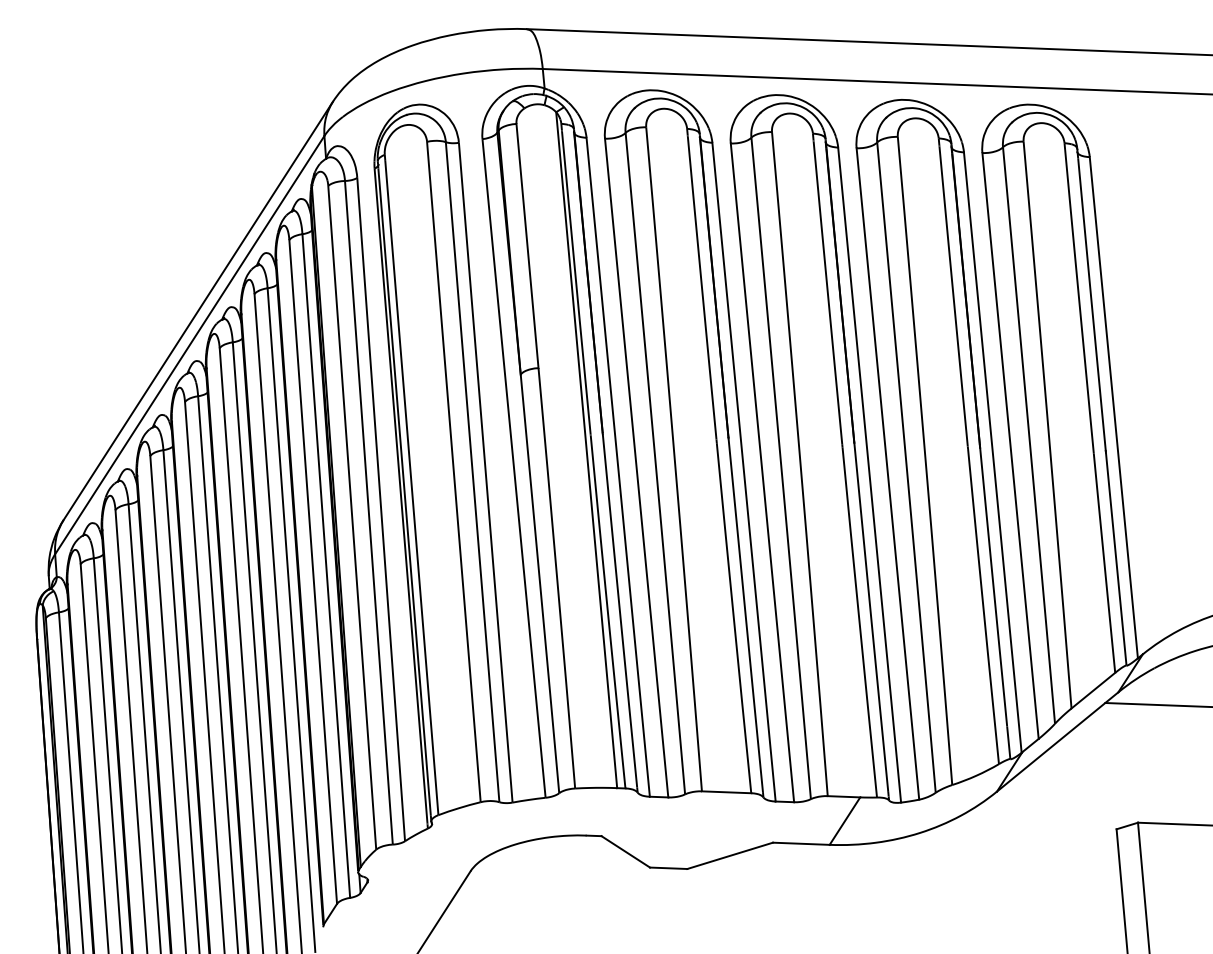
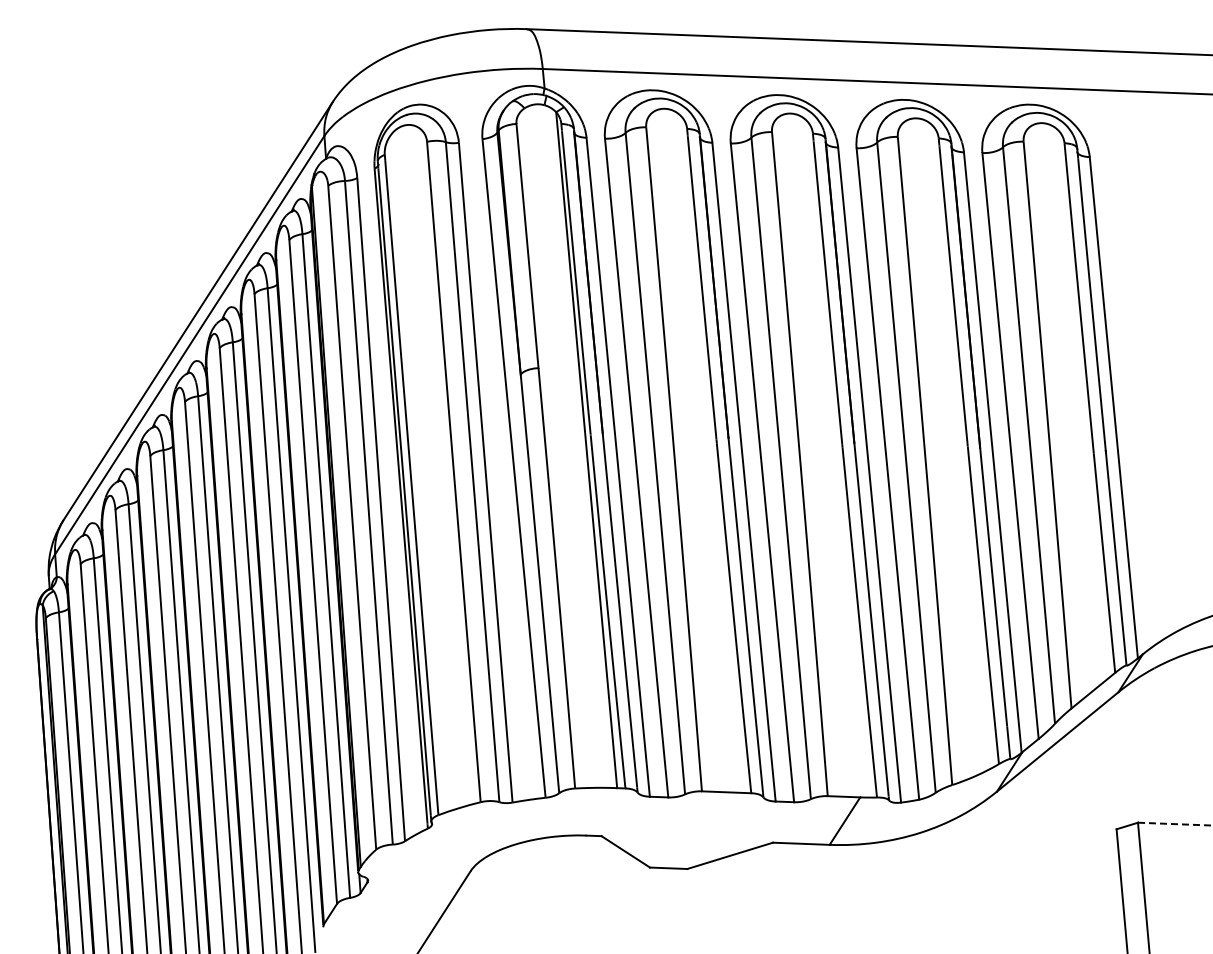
line at (1157, 704): present -> none
line at (1175, 824): solid -> dashed
